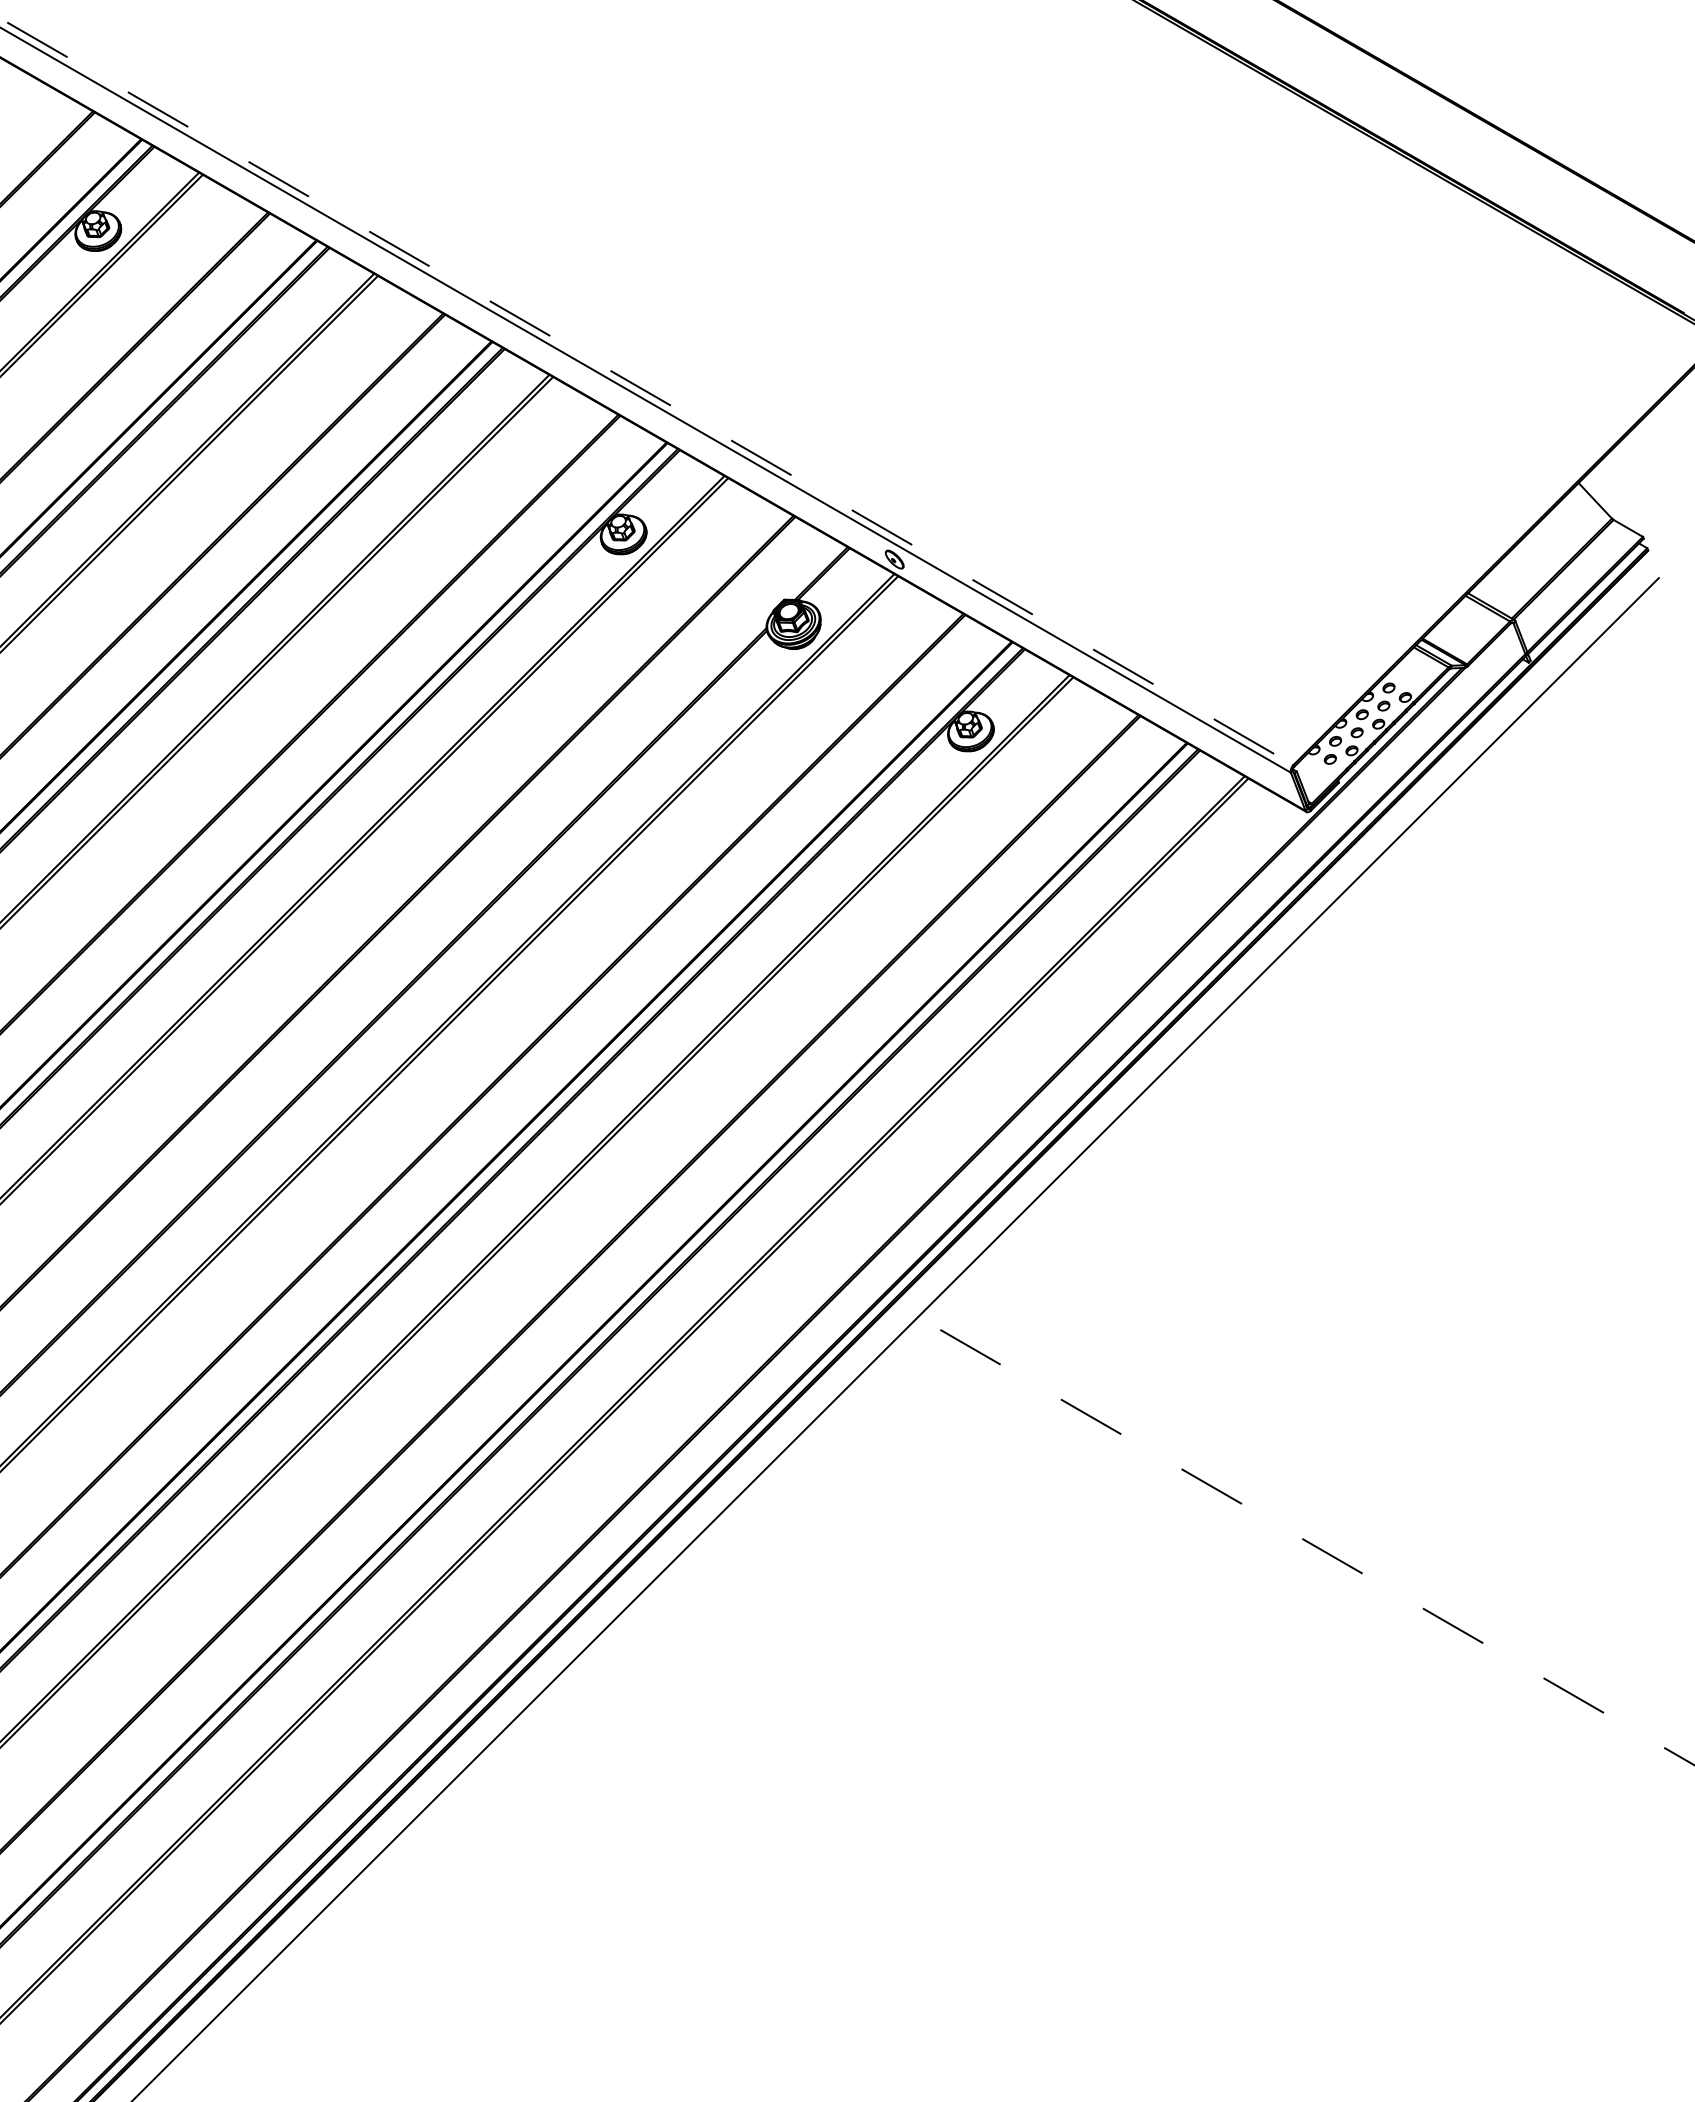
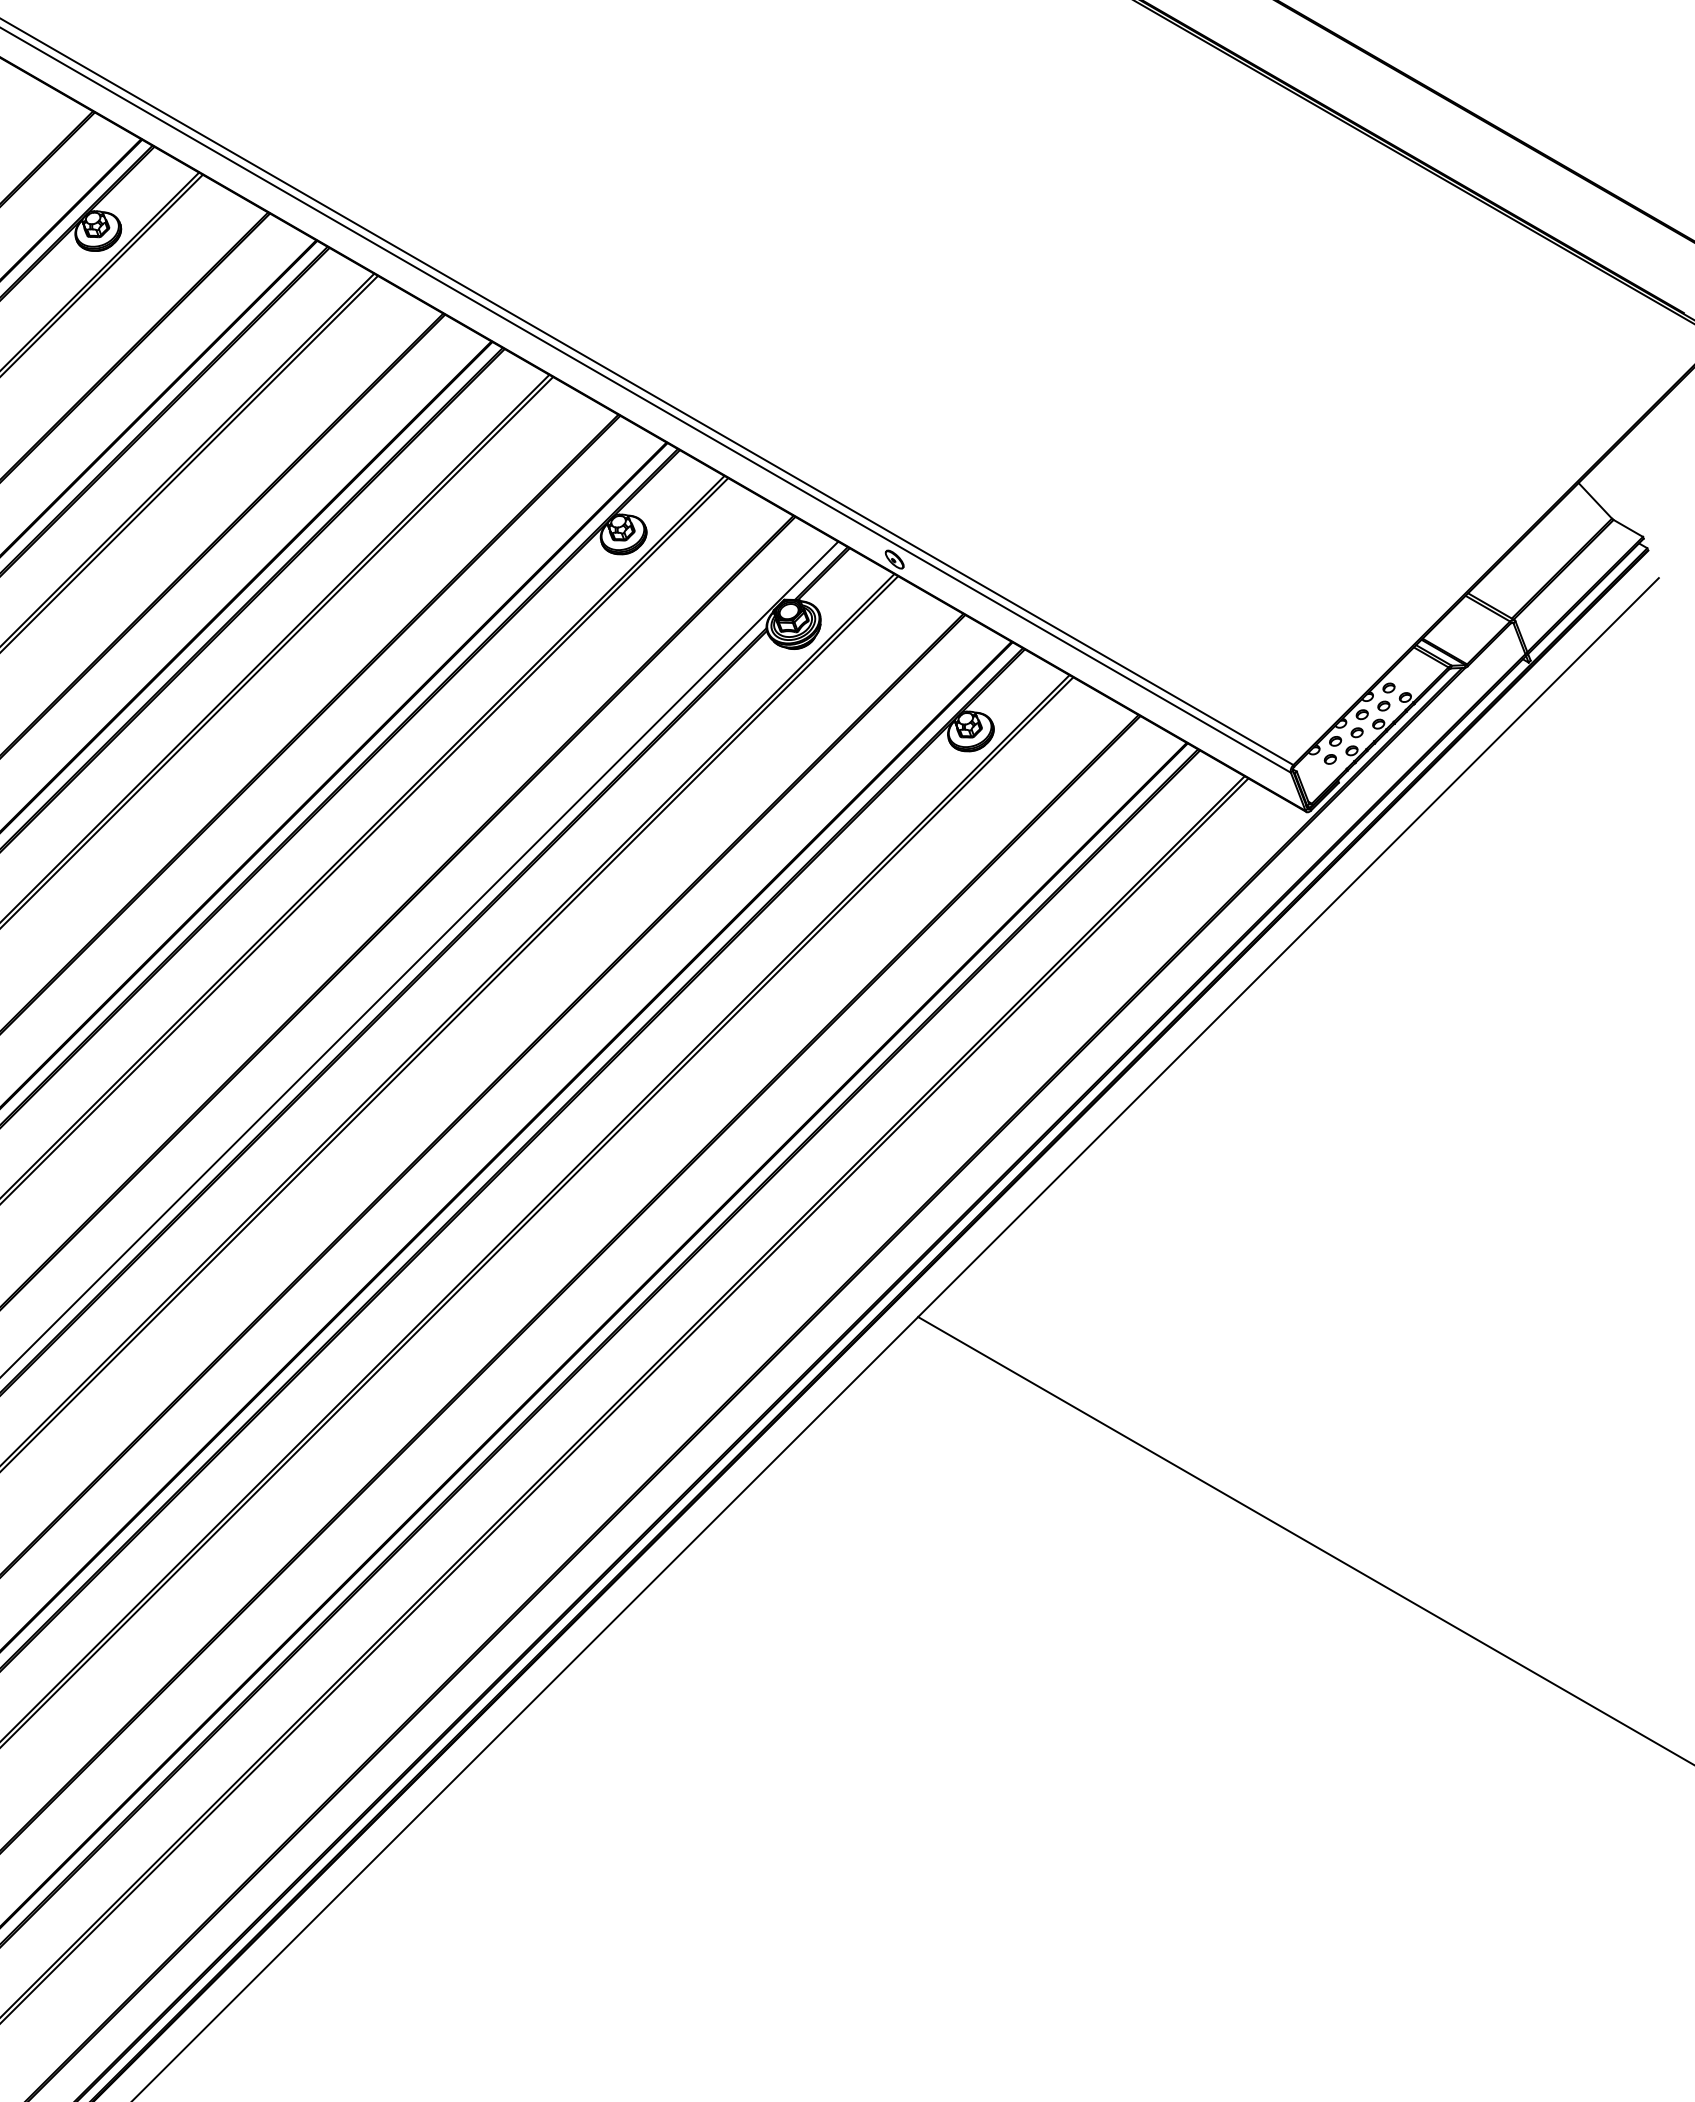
line at (647, 392): dashed -> solid
line at (420, 958): none -> present
line at (1305, 1540): dashed -> solid
